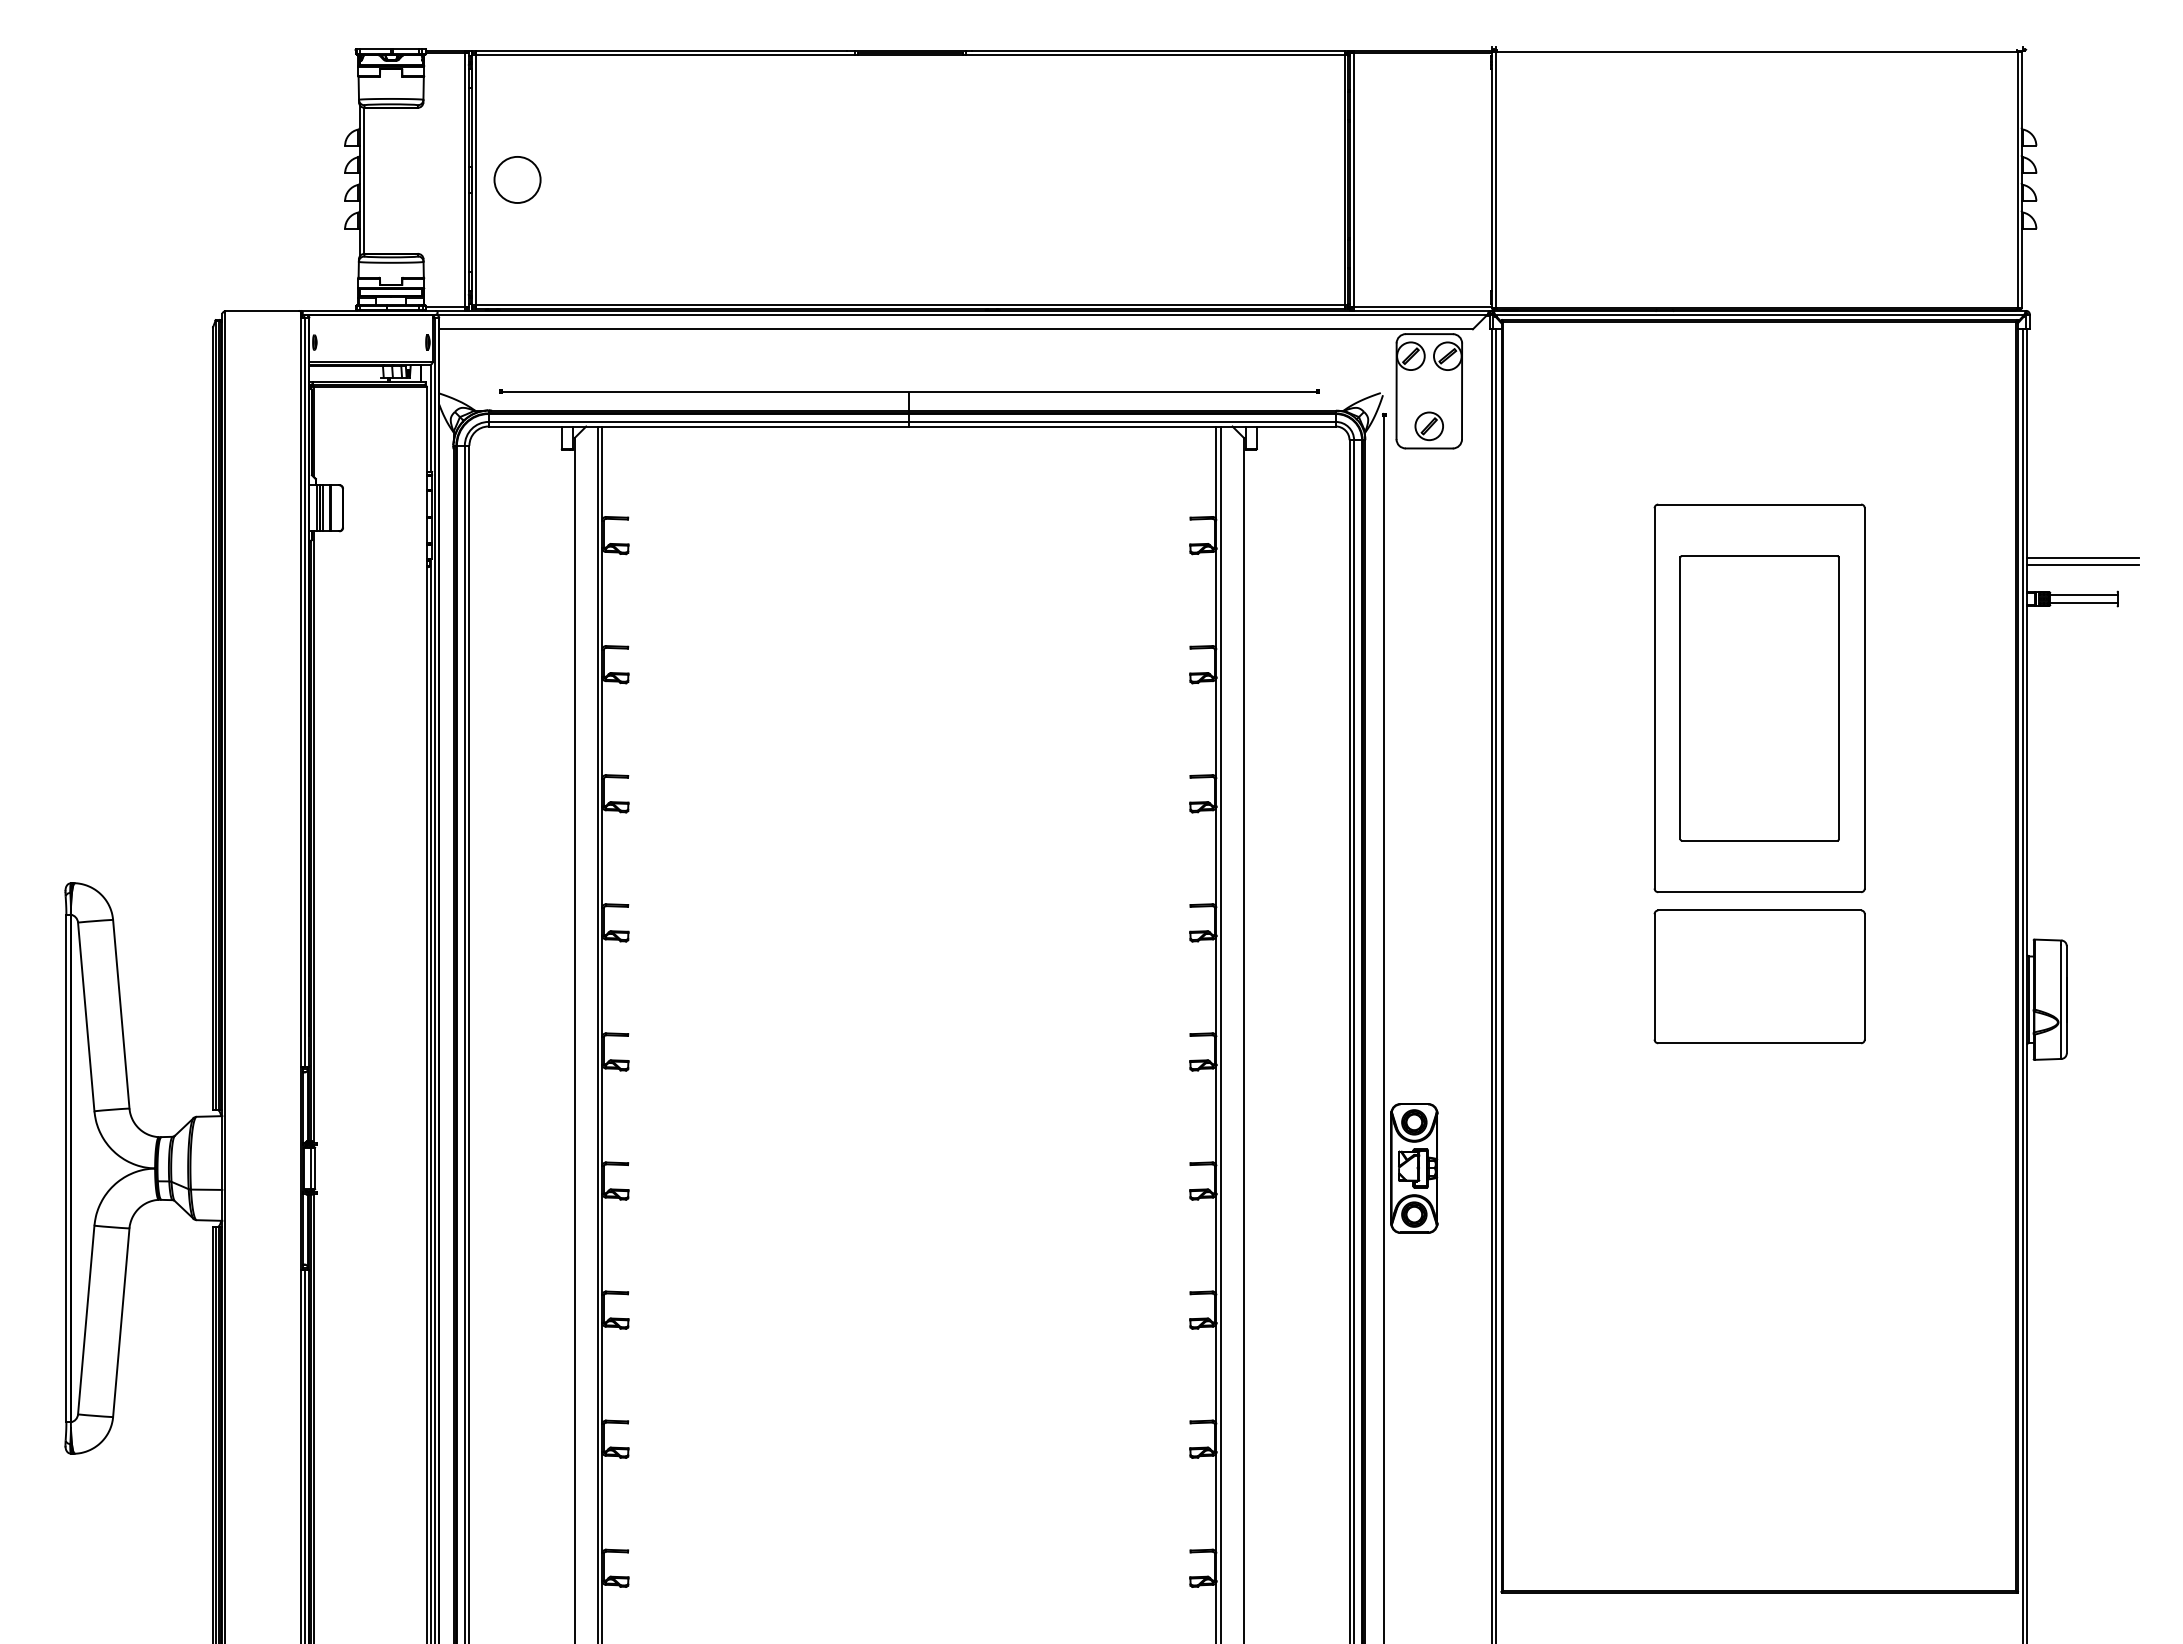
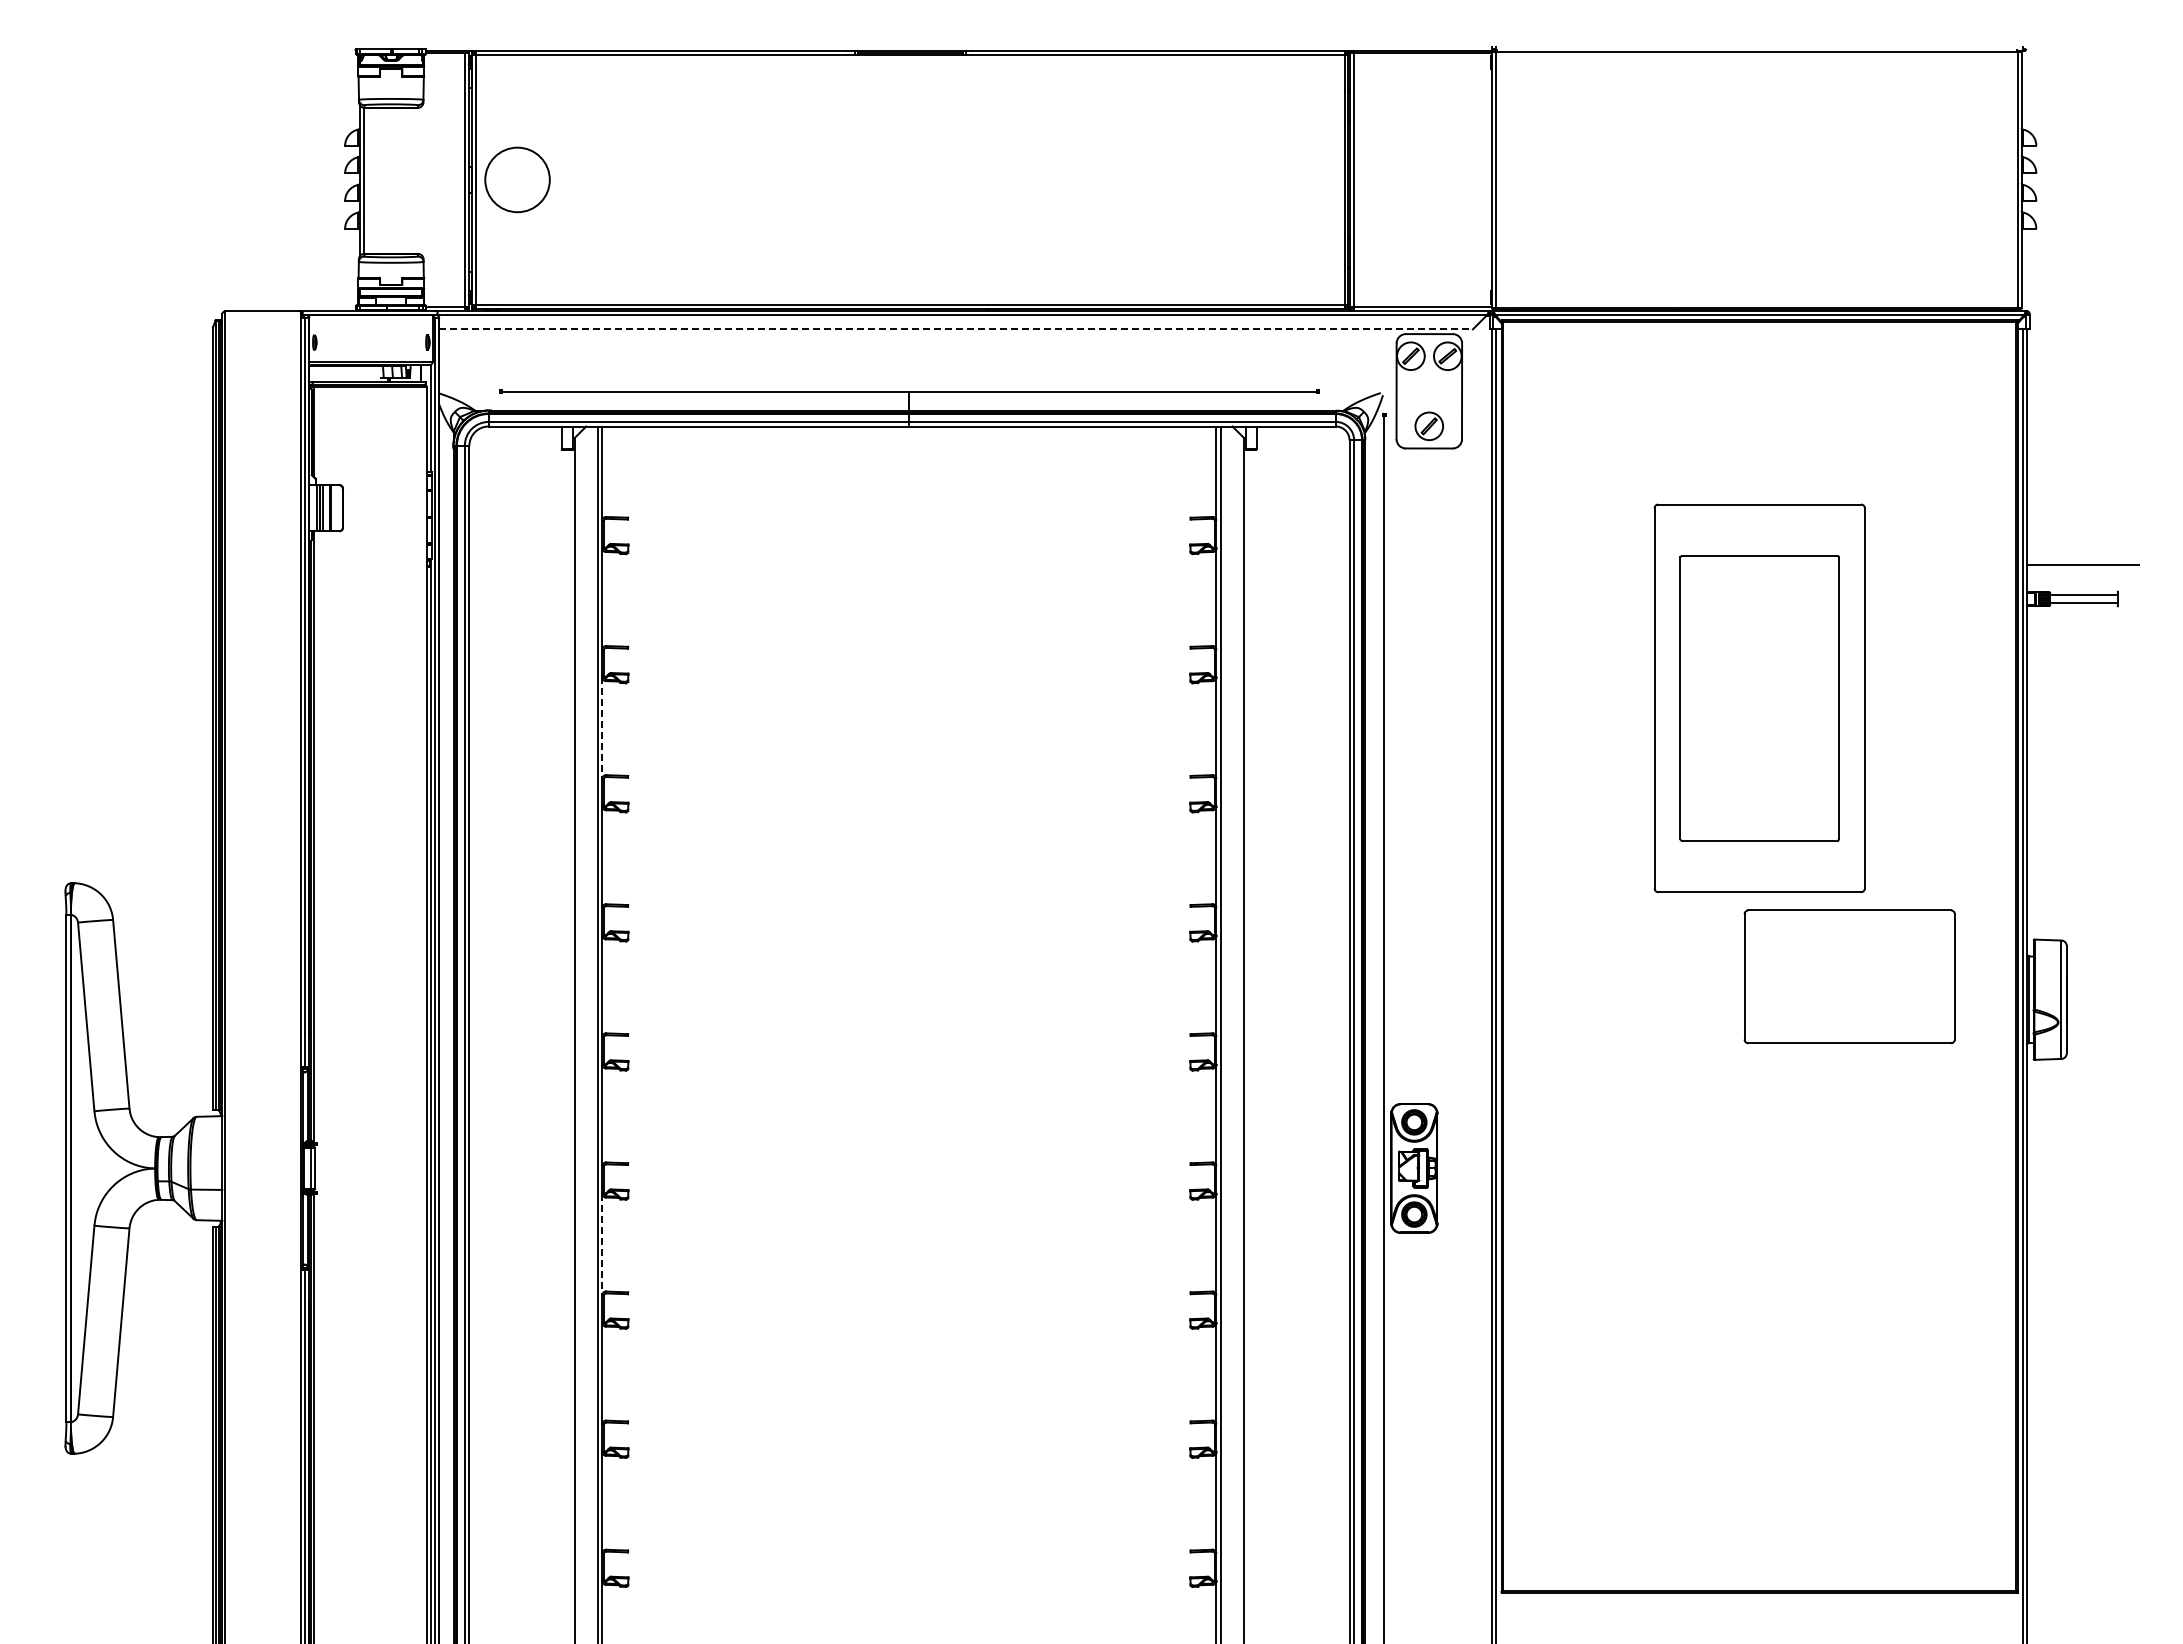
circle at (517, 179) diameter: 46 px -> 65 px
line at (956, 329): solid -> dashed
line at (2082, 558): present -> none
line at (602, 728): solid -> dashed
part at (1759, 976) position: (1759, 976) -> (1849, 976)
line at (602, 1244): solid -> dashed
